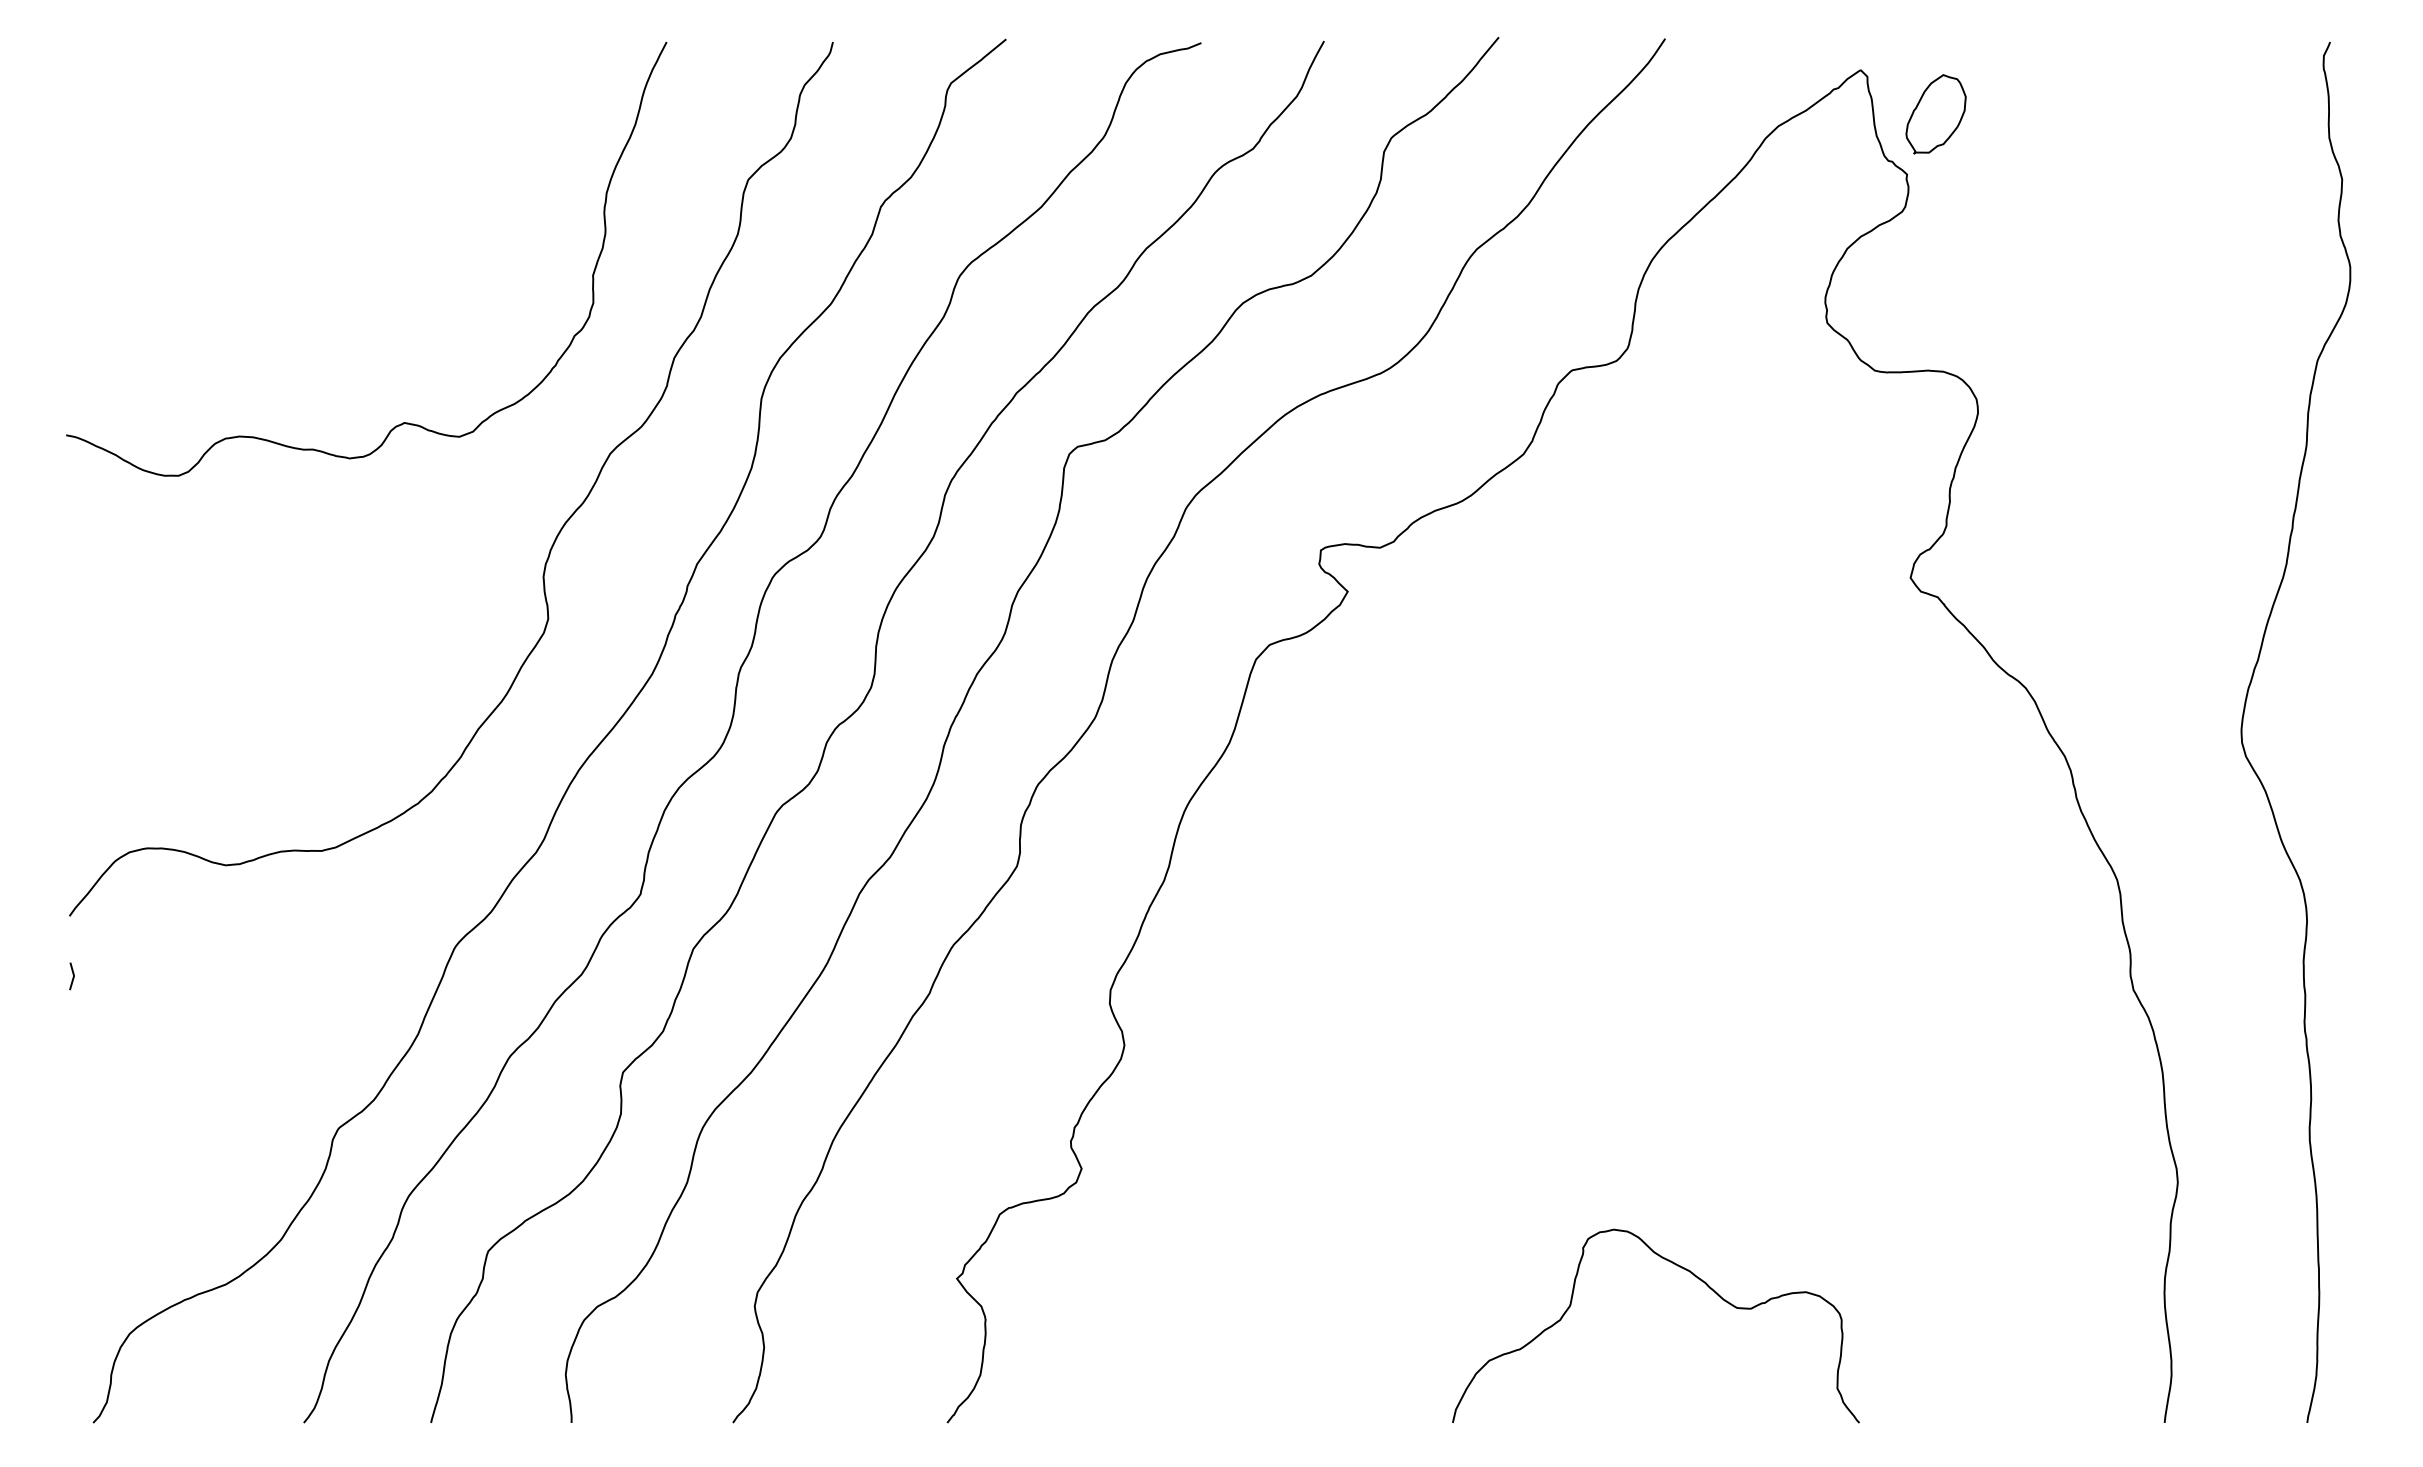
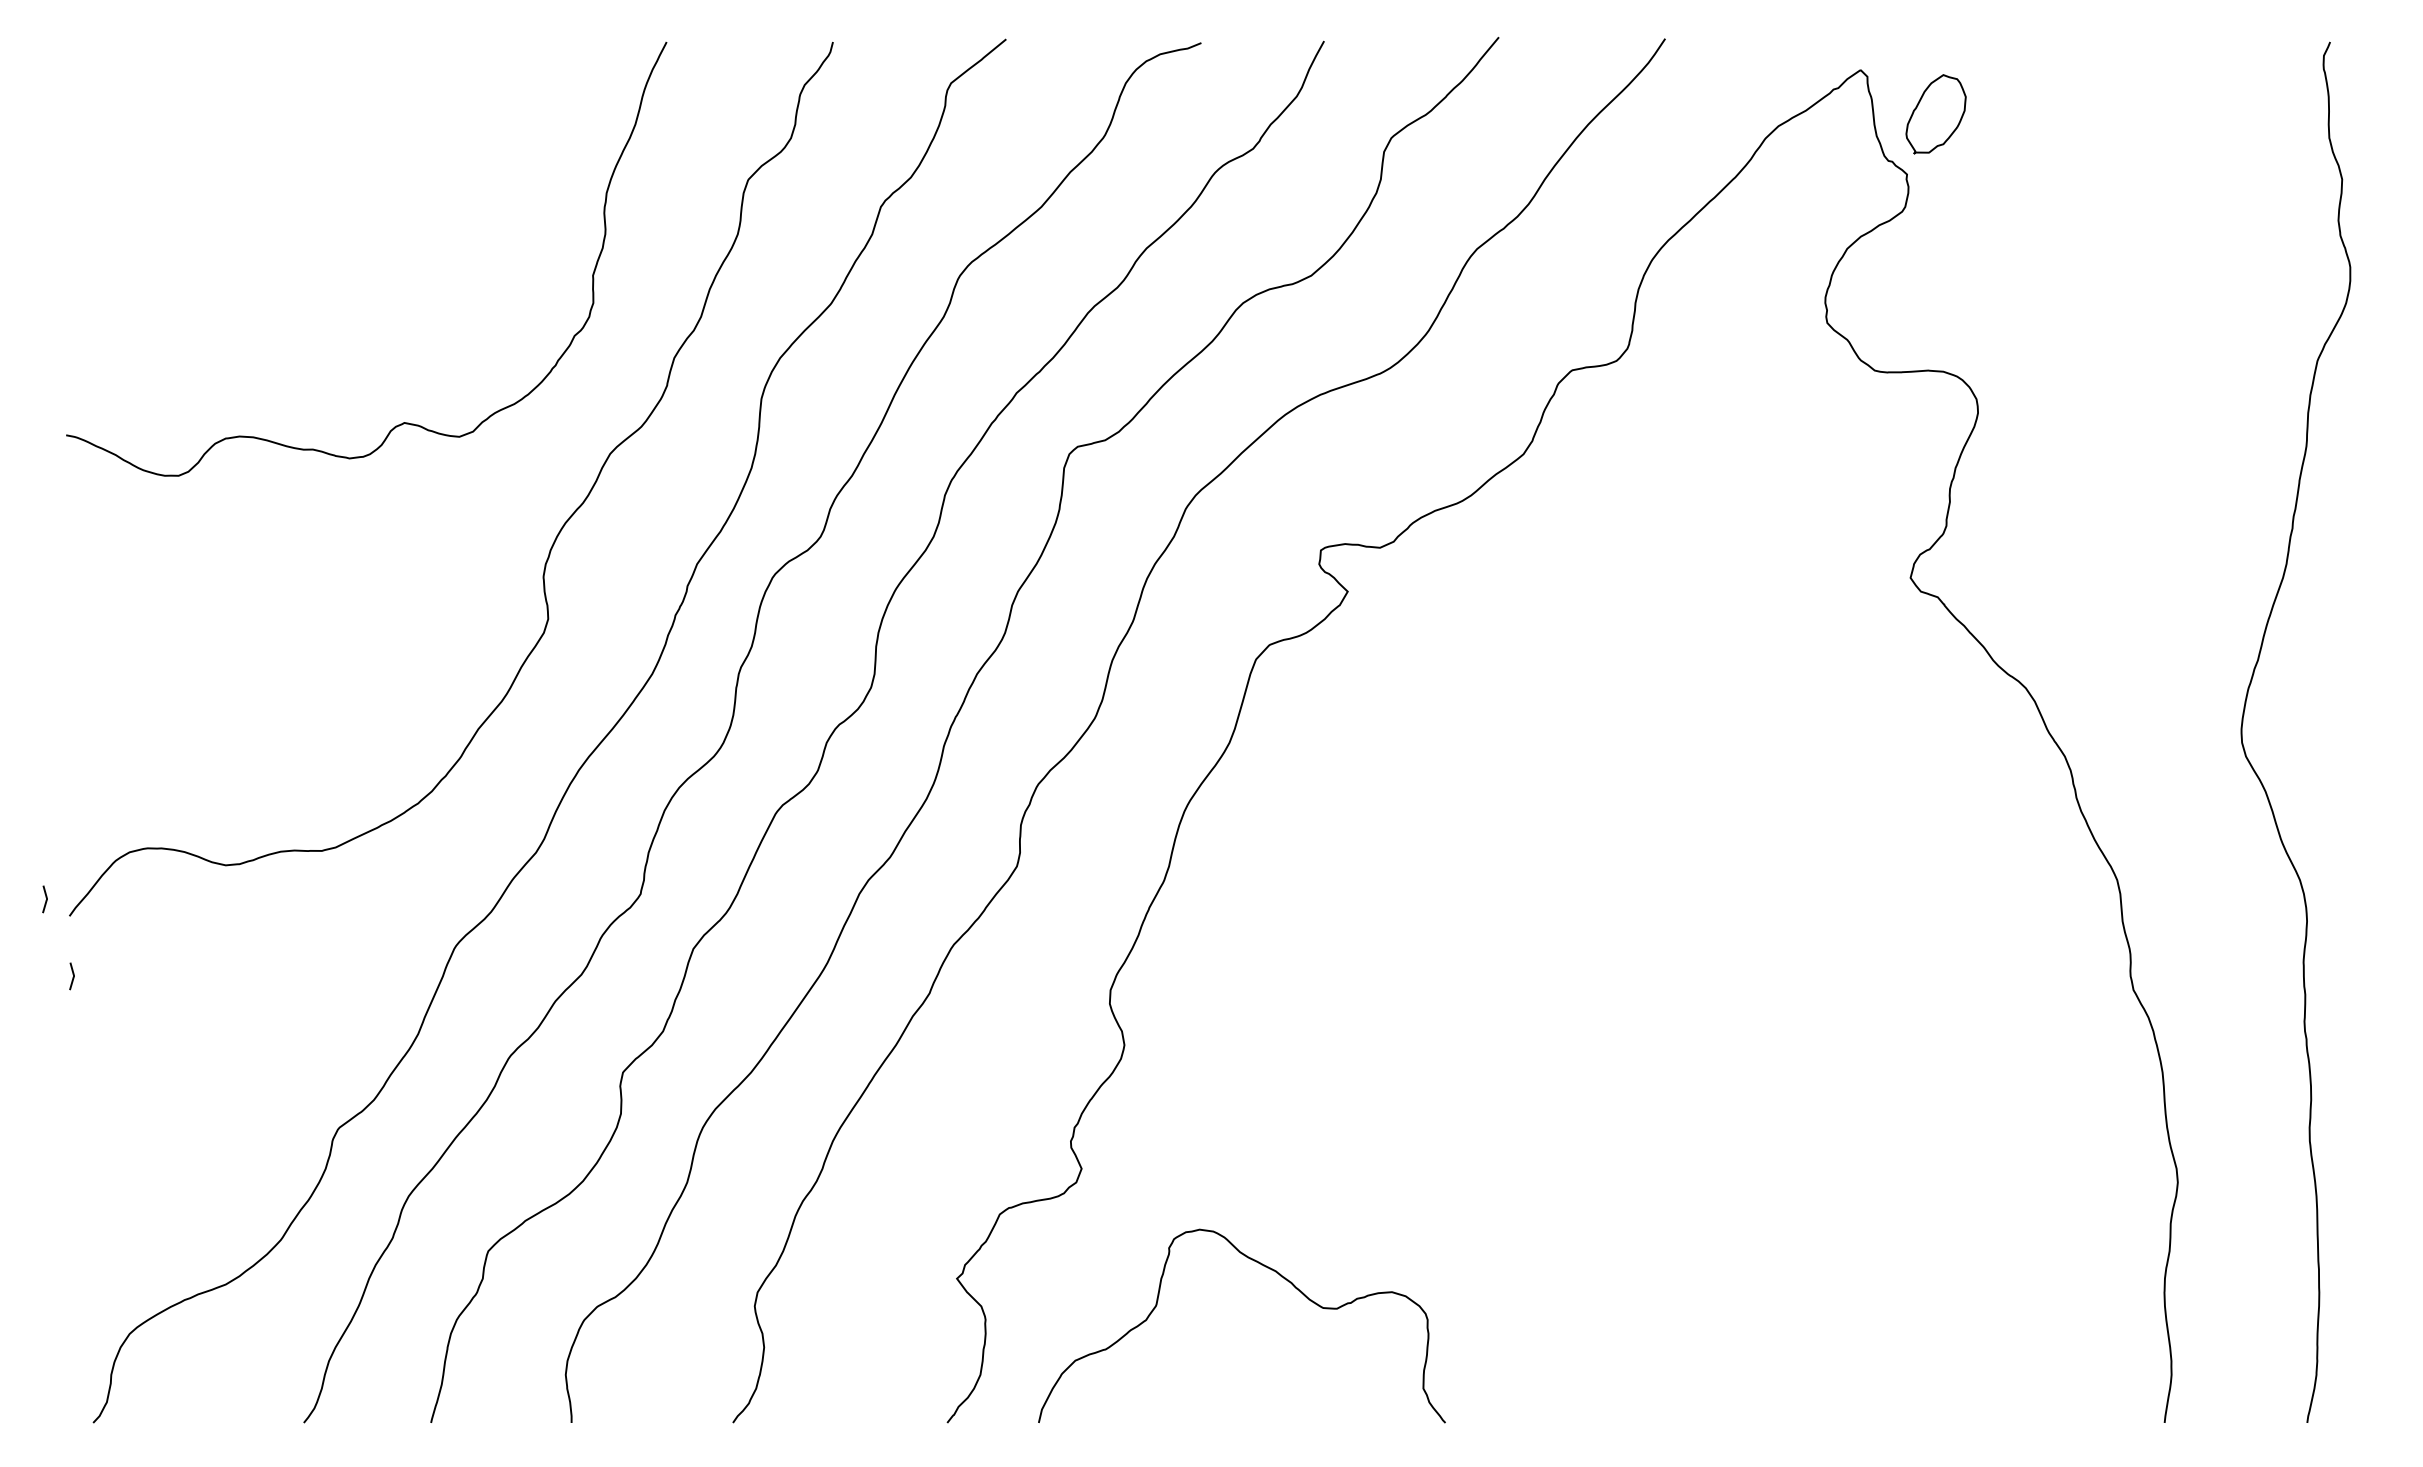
line at (45, 900): none -> present
curve at (1695, 1277) position: (1695, 1277) -> (1281, 1277)
